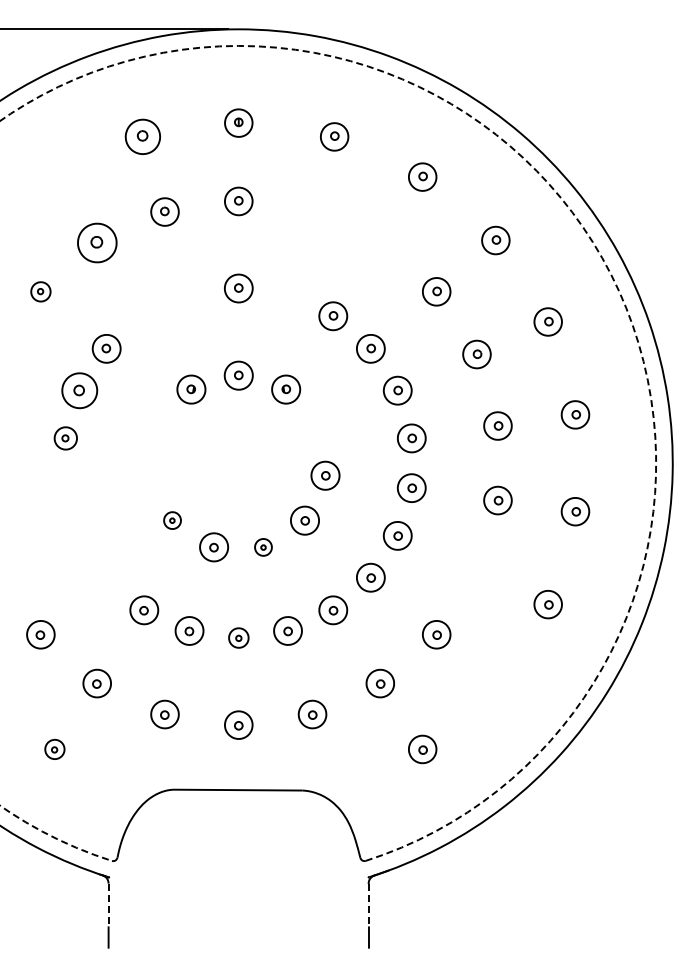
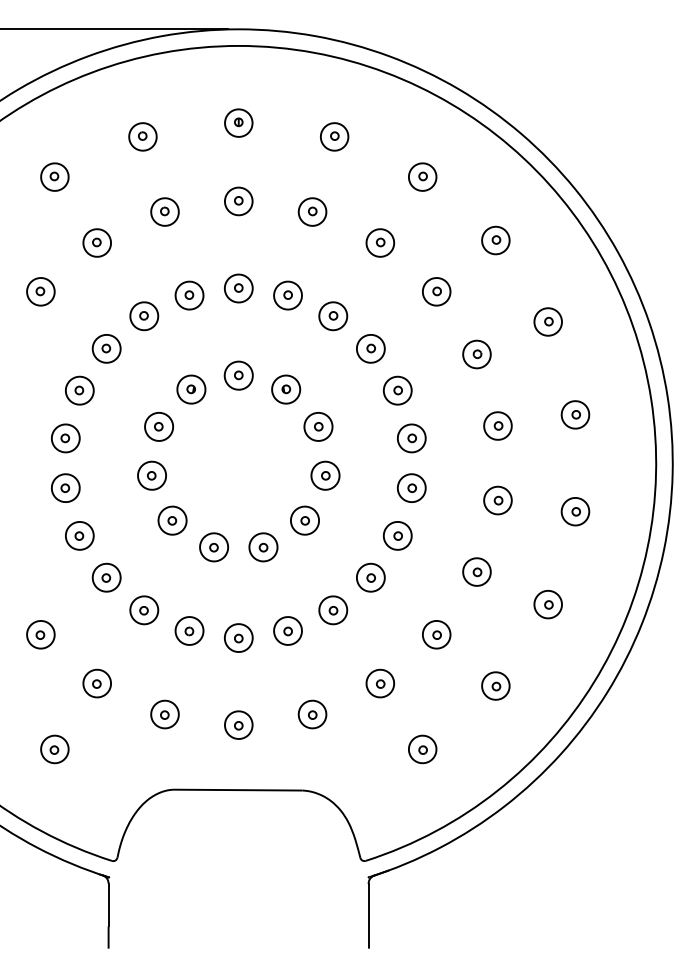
part at (142, 136) size: 37x37 px -> 30x30 px
part at (54, 176): none -> present
part at (312, 211): none -> present
arc at (581, 224): dashed -> solid
part at (97, 242) size: 41x42 px -> 30x30 px
part at (380, 242): none -> present
part at (40, 291) size: 22x22 px -> 30x30 px
part at (189, 295): none -> present
part at (287, 295): none -> present
part at (144, 316): none -> present
part at (79, 390) size: 38x38 px -> 30x31 px
part at (158, 426): none -> present
part at (318, 426): none -> present
part at (65, 438) size: 25x25 px -> 30x31 px
part at (151, 475): none -> present
part at (65, 487): none -> present
part at (172, 520) size: 19x19 px -> 31x31 px
part at (79, 535): none -> present
part at (263, 547) size: 19x19 px -> 31x31 px
part at (476, 571): none -> present
part at (106, 577): none -> present
part at (238, 637) size: 22x22 px -> 30x30 px
part at (495, 685): none -> present
part at (54, 749) size: 22x21 px -> 30x31 px
line at (108, 905): dashed -> solid
line at (368, 905): dashed -> solid
